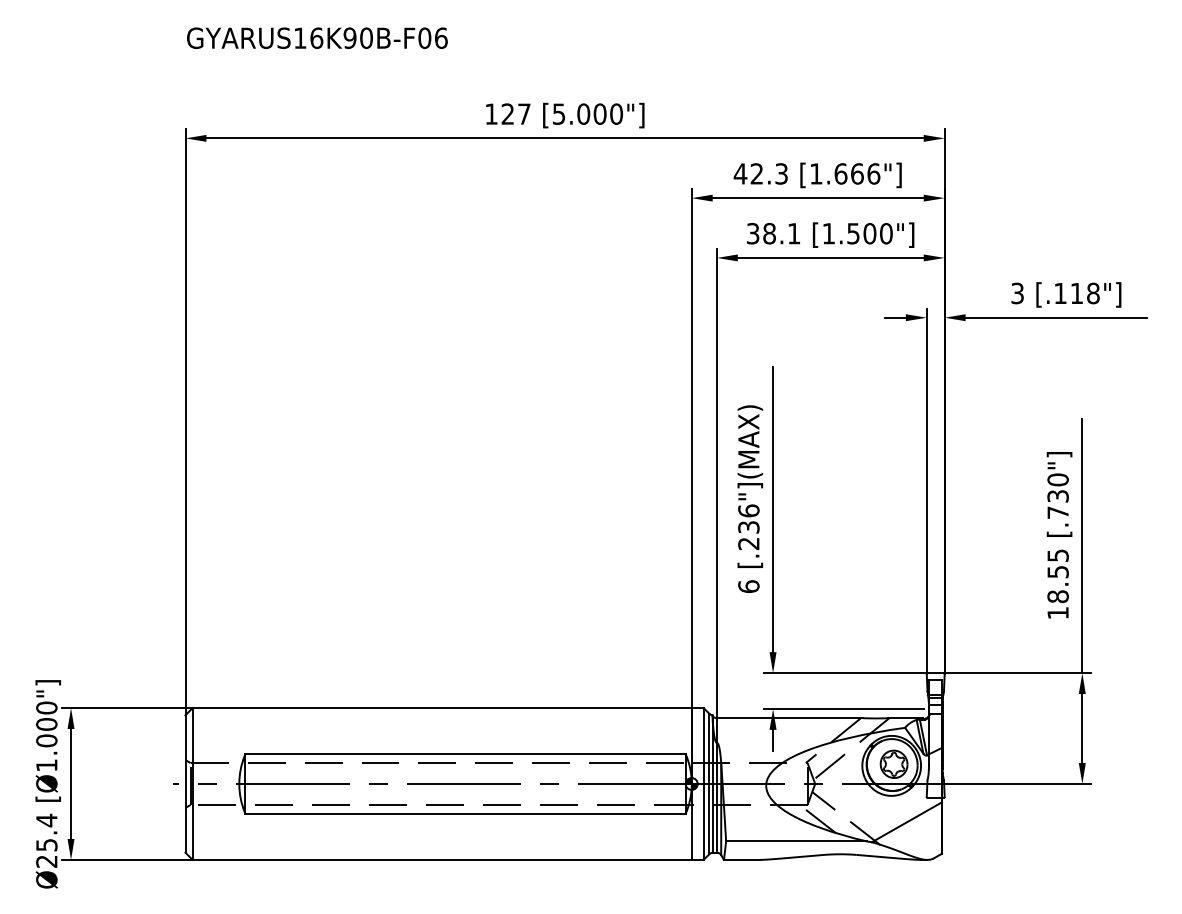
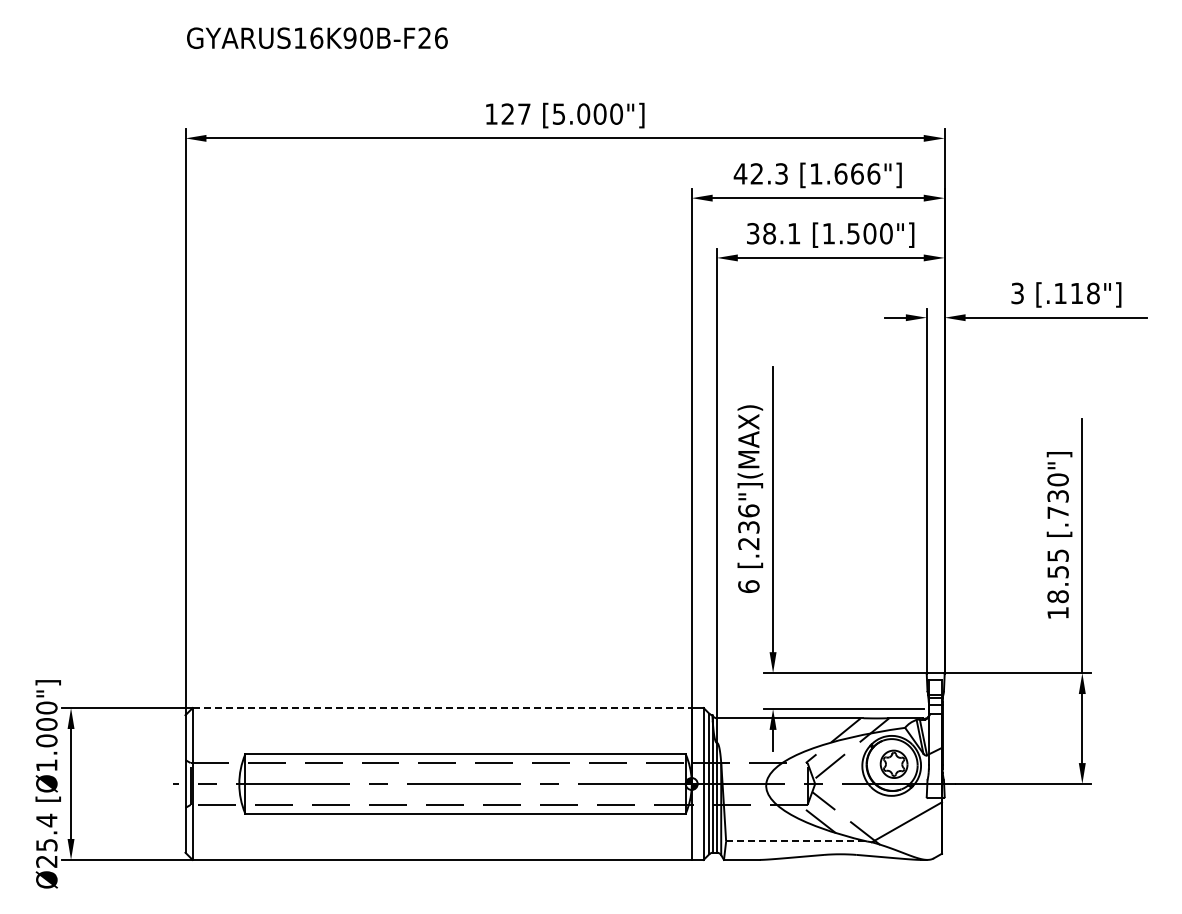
text at (424, 37): GYARUS16K90B-F06 -> GYARUS16K90B-F26
line at (442, 708): solid -> dashed
line at (796, 841): solid -> dashed
